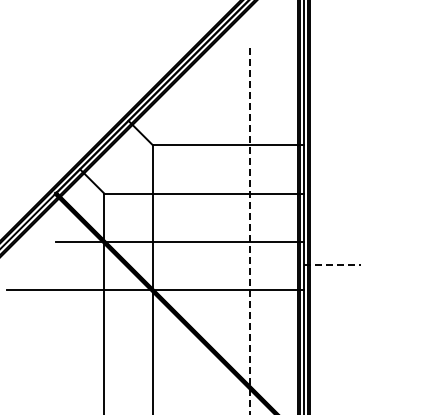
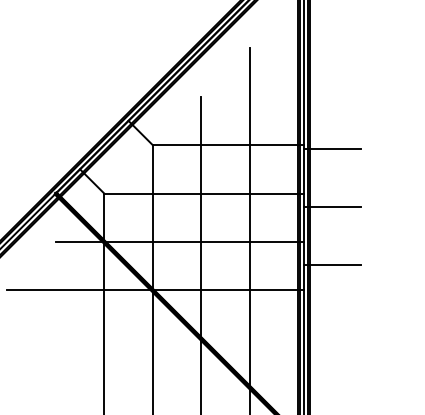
line at (331, 148): none -> present
line at (331, 207): none -> present
line at (249, 231): dashed -> solid
line at (201, 253): none -> present
line at (332, 265): dashed -> solid
